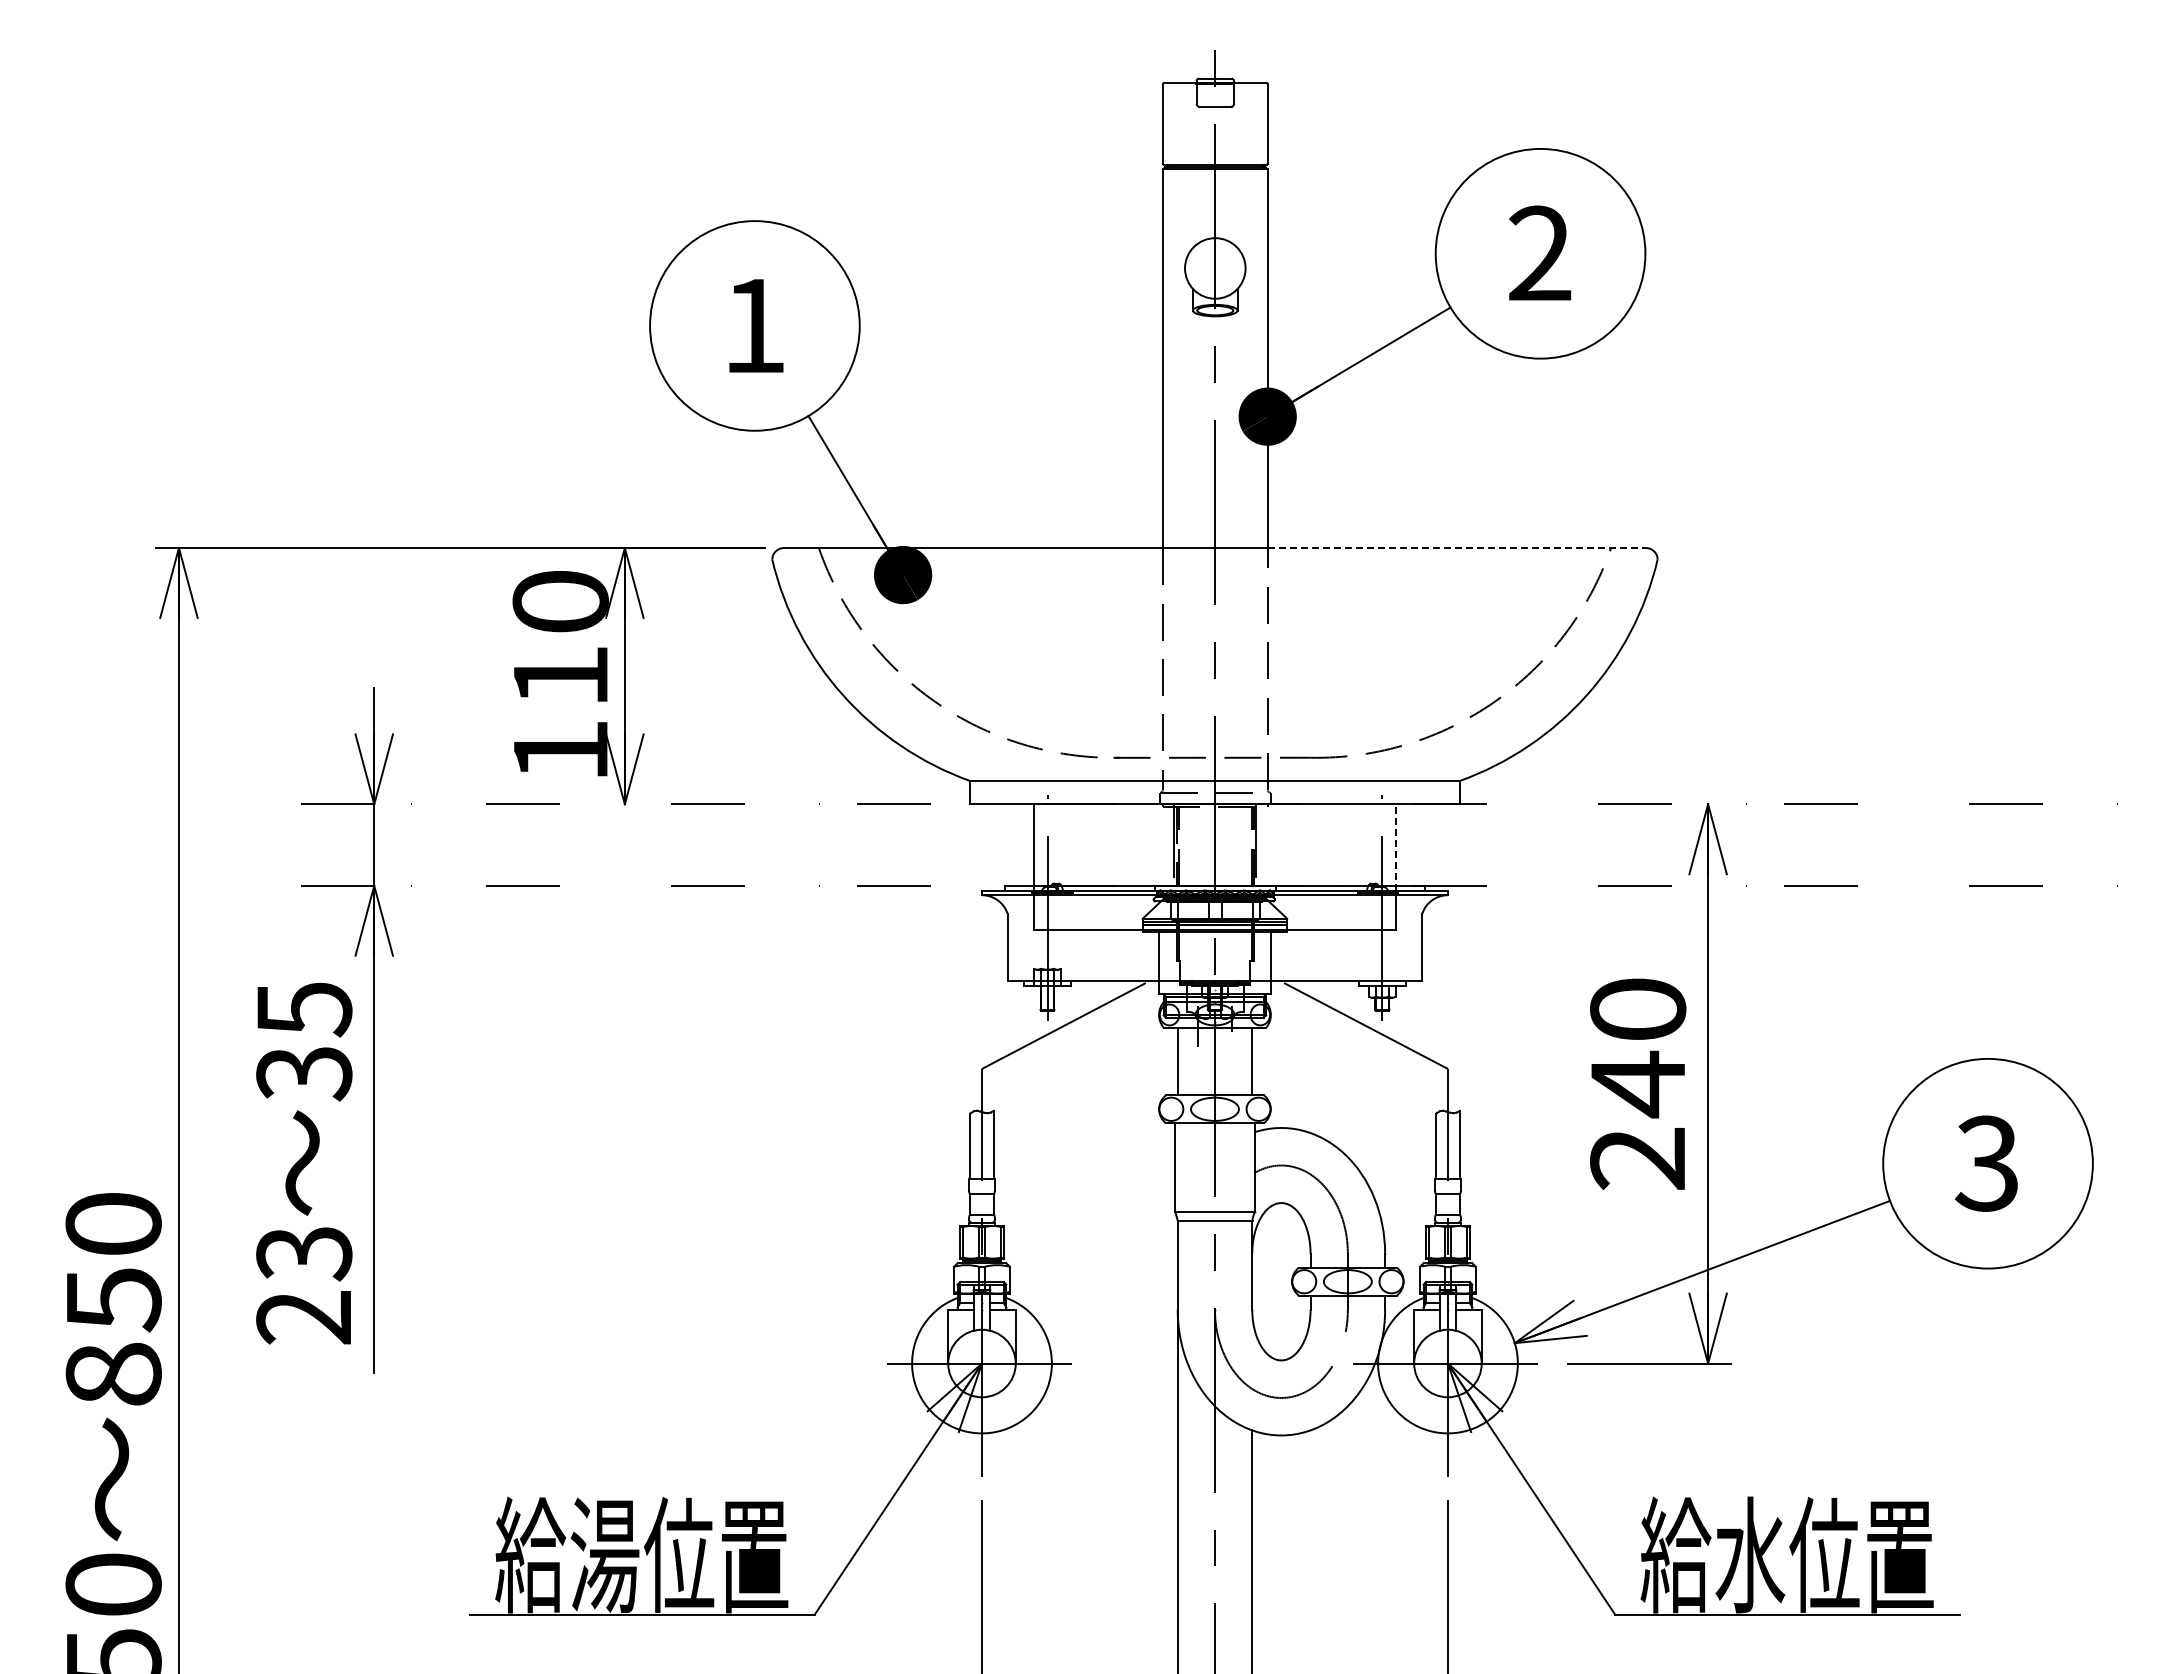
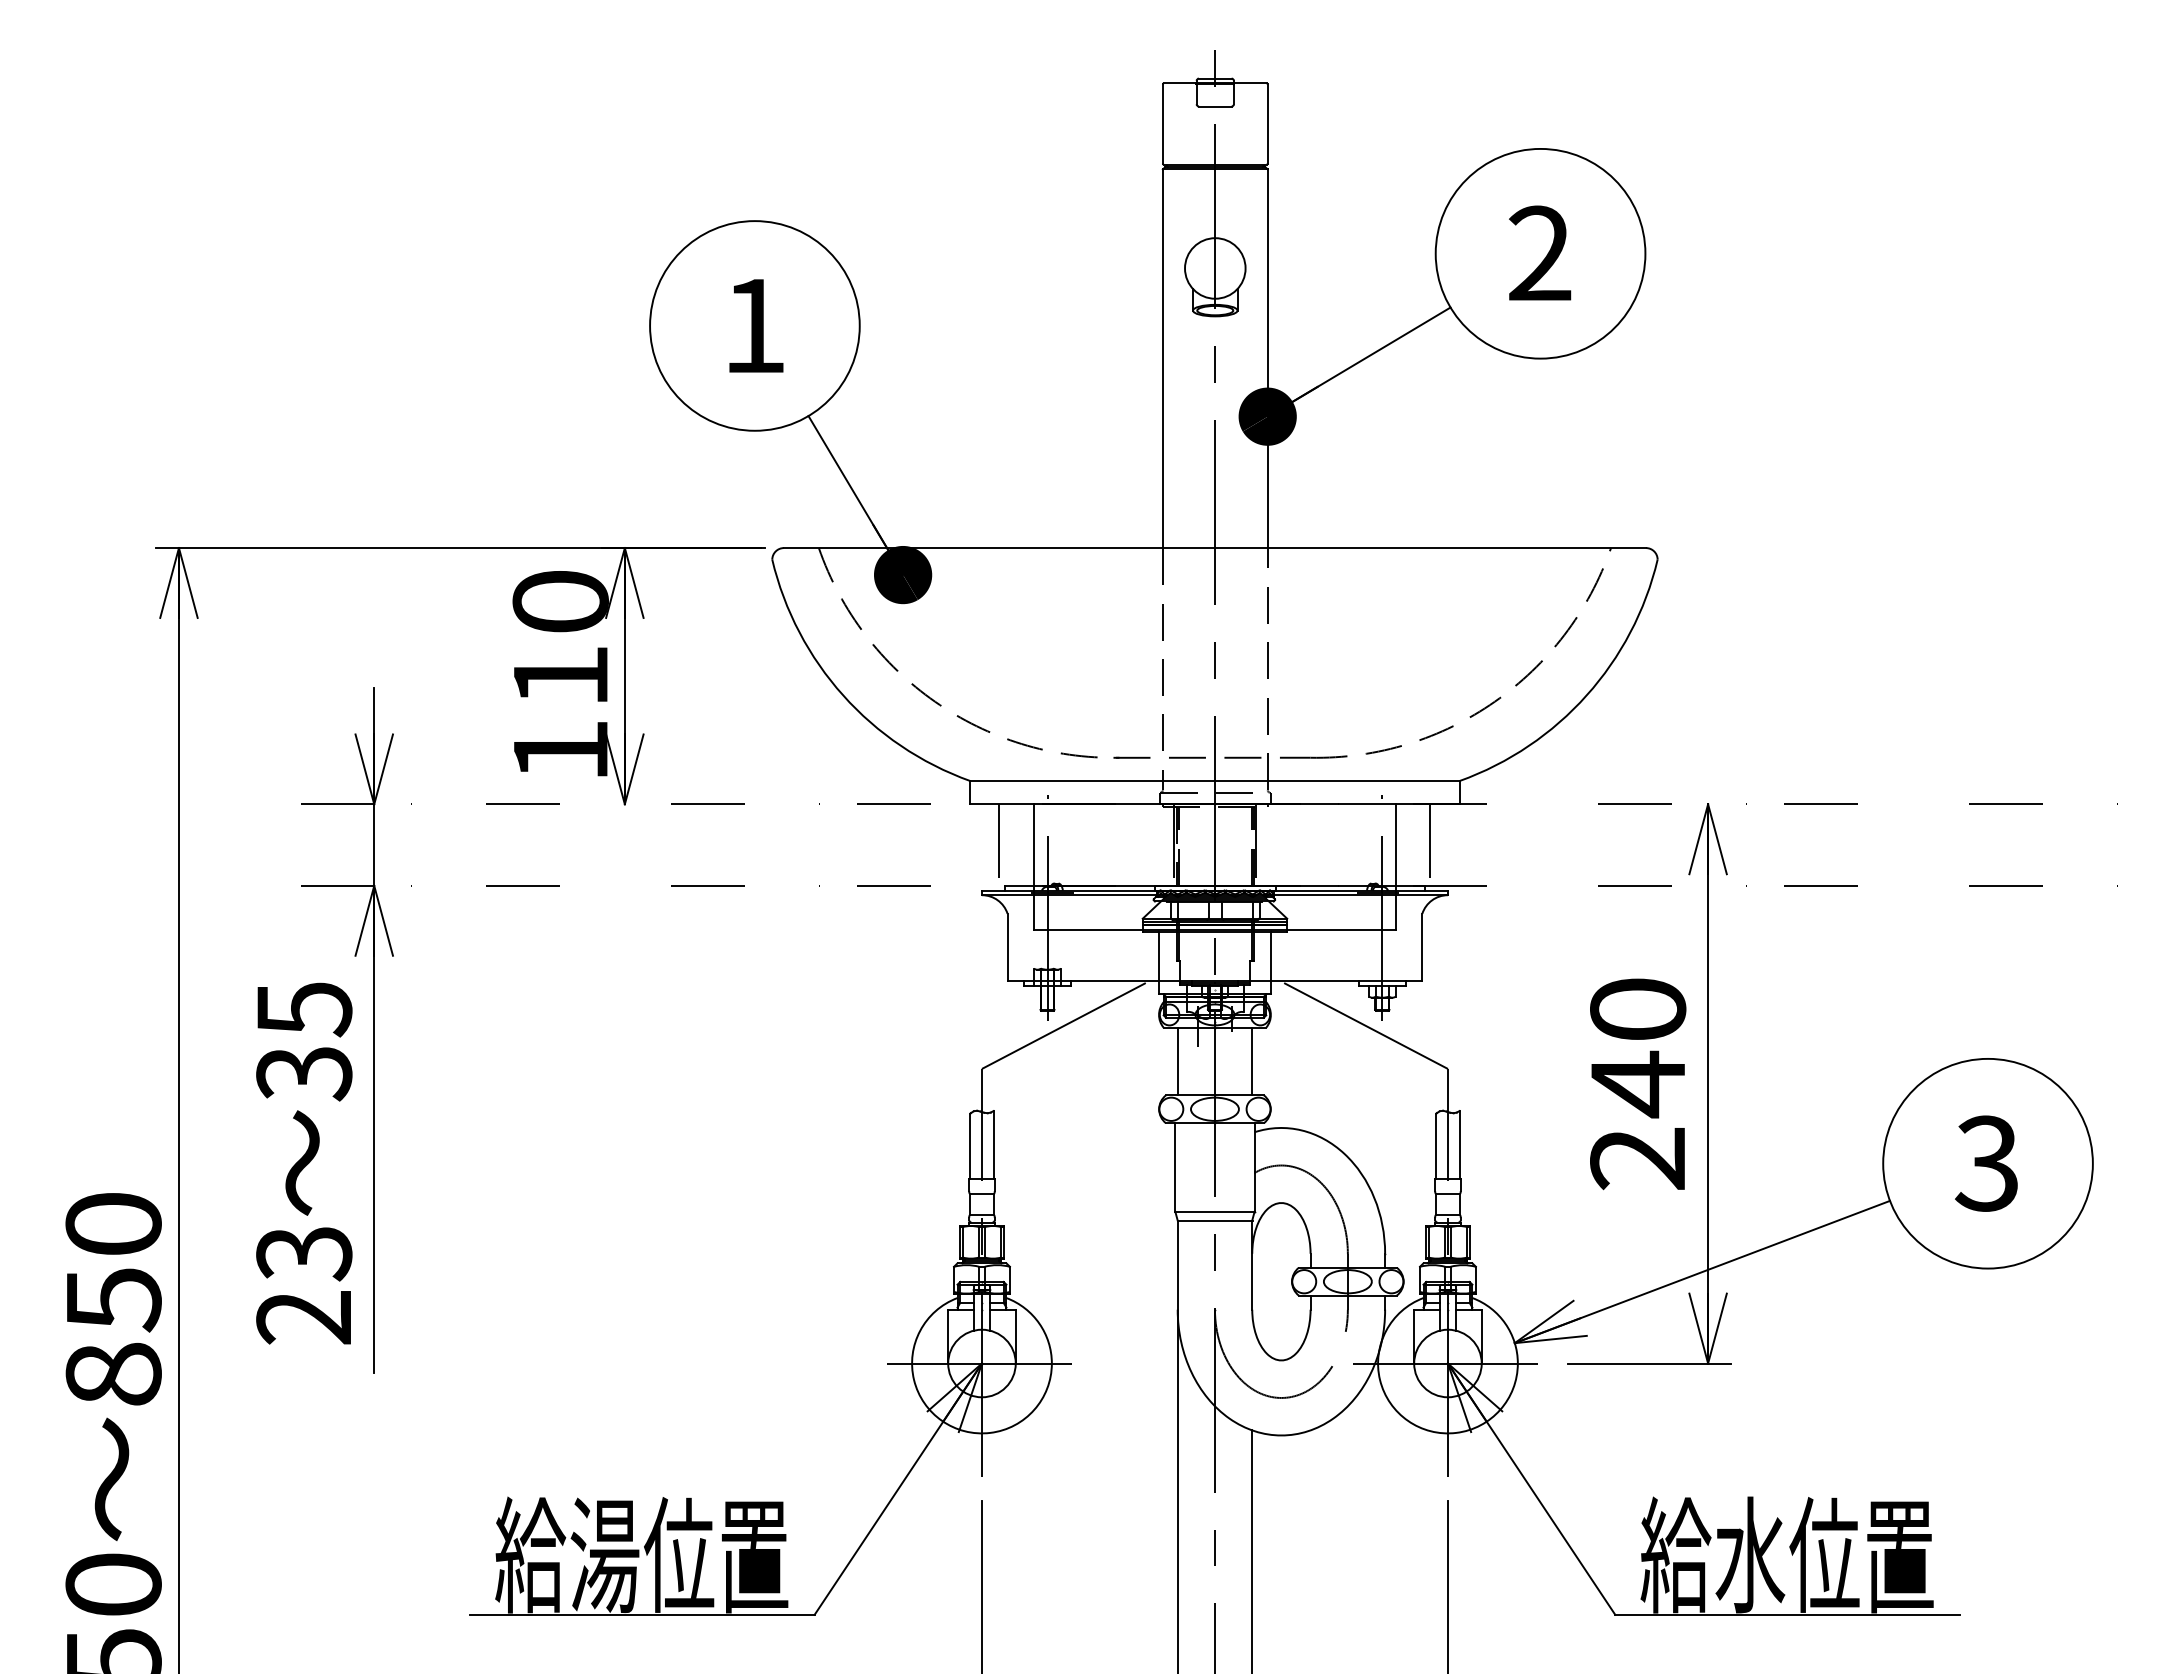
line at (1457, 548): dashed -> solid
line at (999, 844): none -> present
line at (1430, 844): none -> present
line at (1395, 846): dashed -> solid
